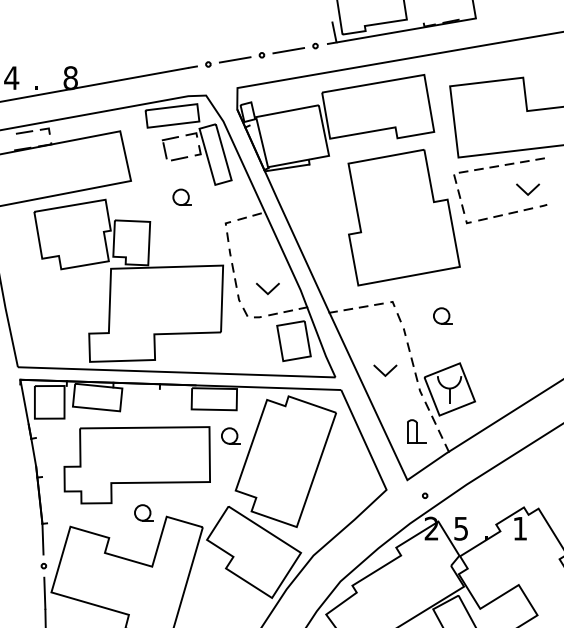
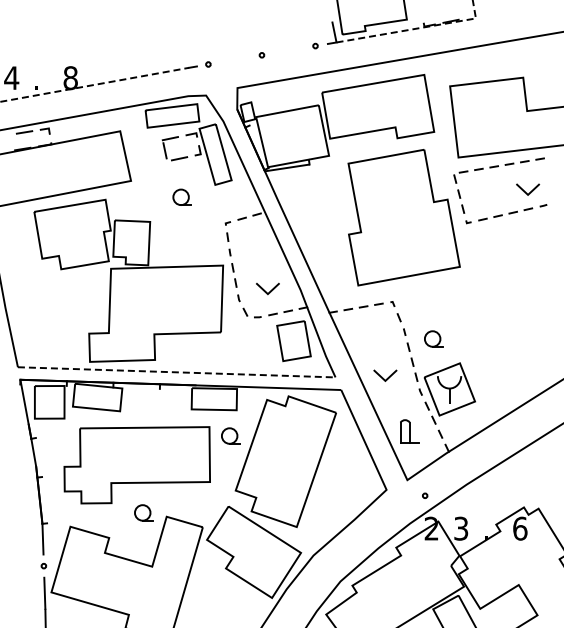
line at (416, 28): solid -> dashed
line at (288, 50): present -> none
line at (234, 59): present -> none
line at (94, 84): solid -> dashed
part at (442, 315) position: (442, 315) -> (433, 338)
line at (176, 372): solid -> dashed
line at (383, 372) position: (383, 372) -> (383, 377)
part at (416, 431) position: (416, 431) -> (409, 431)
text at (461, 528): 5 -> 3
text at (520, 528): 1 -> 6
